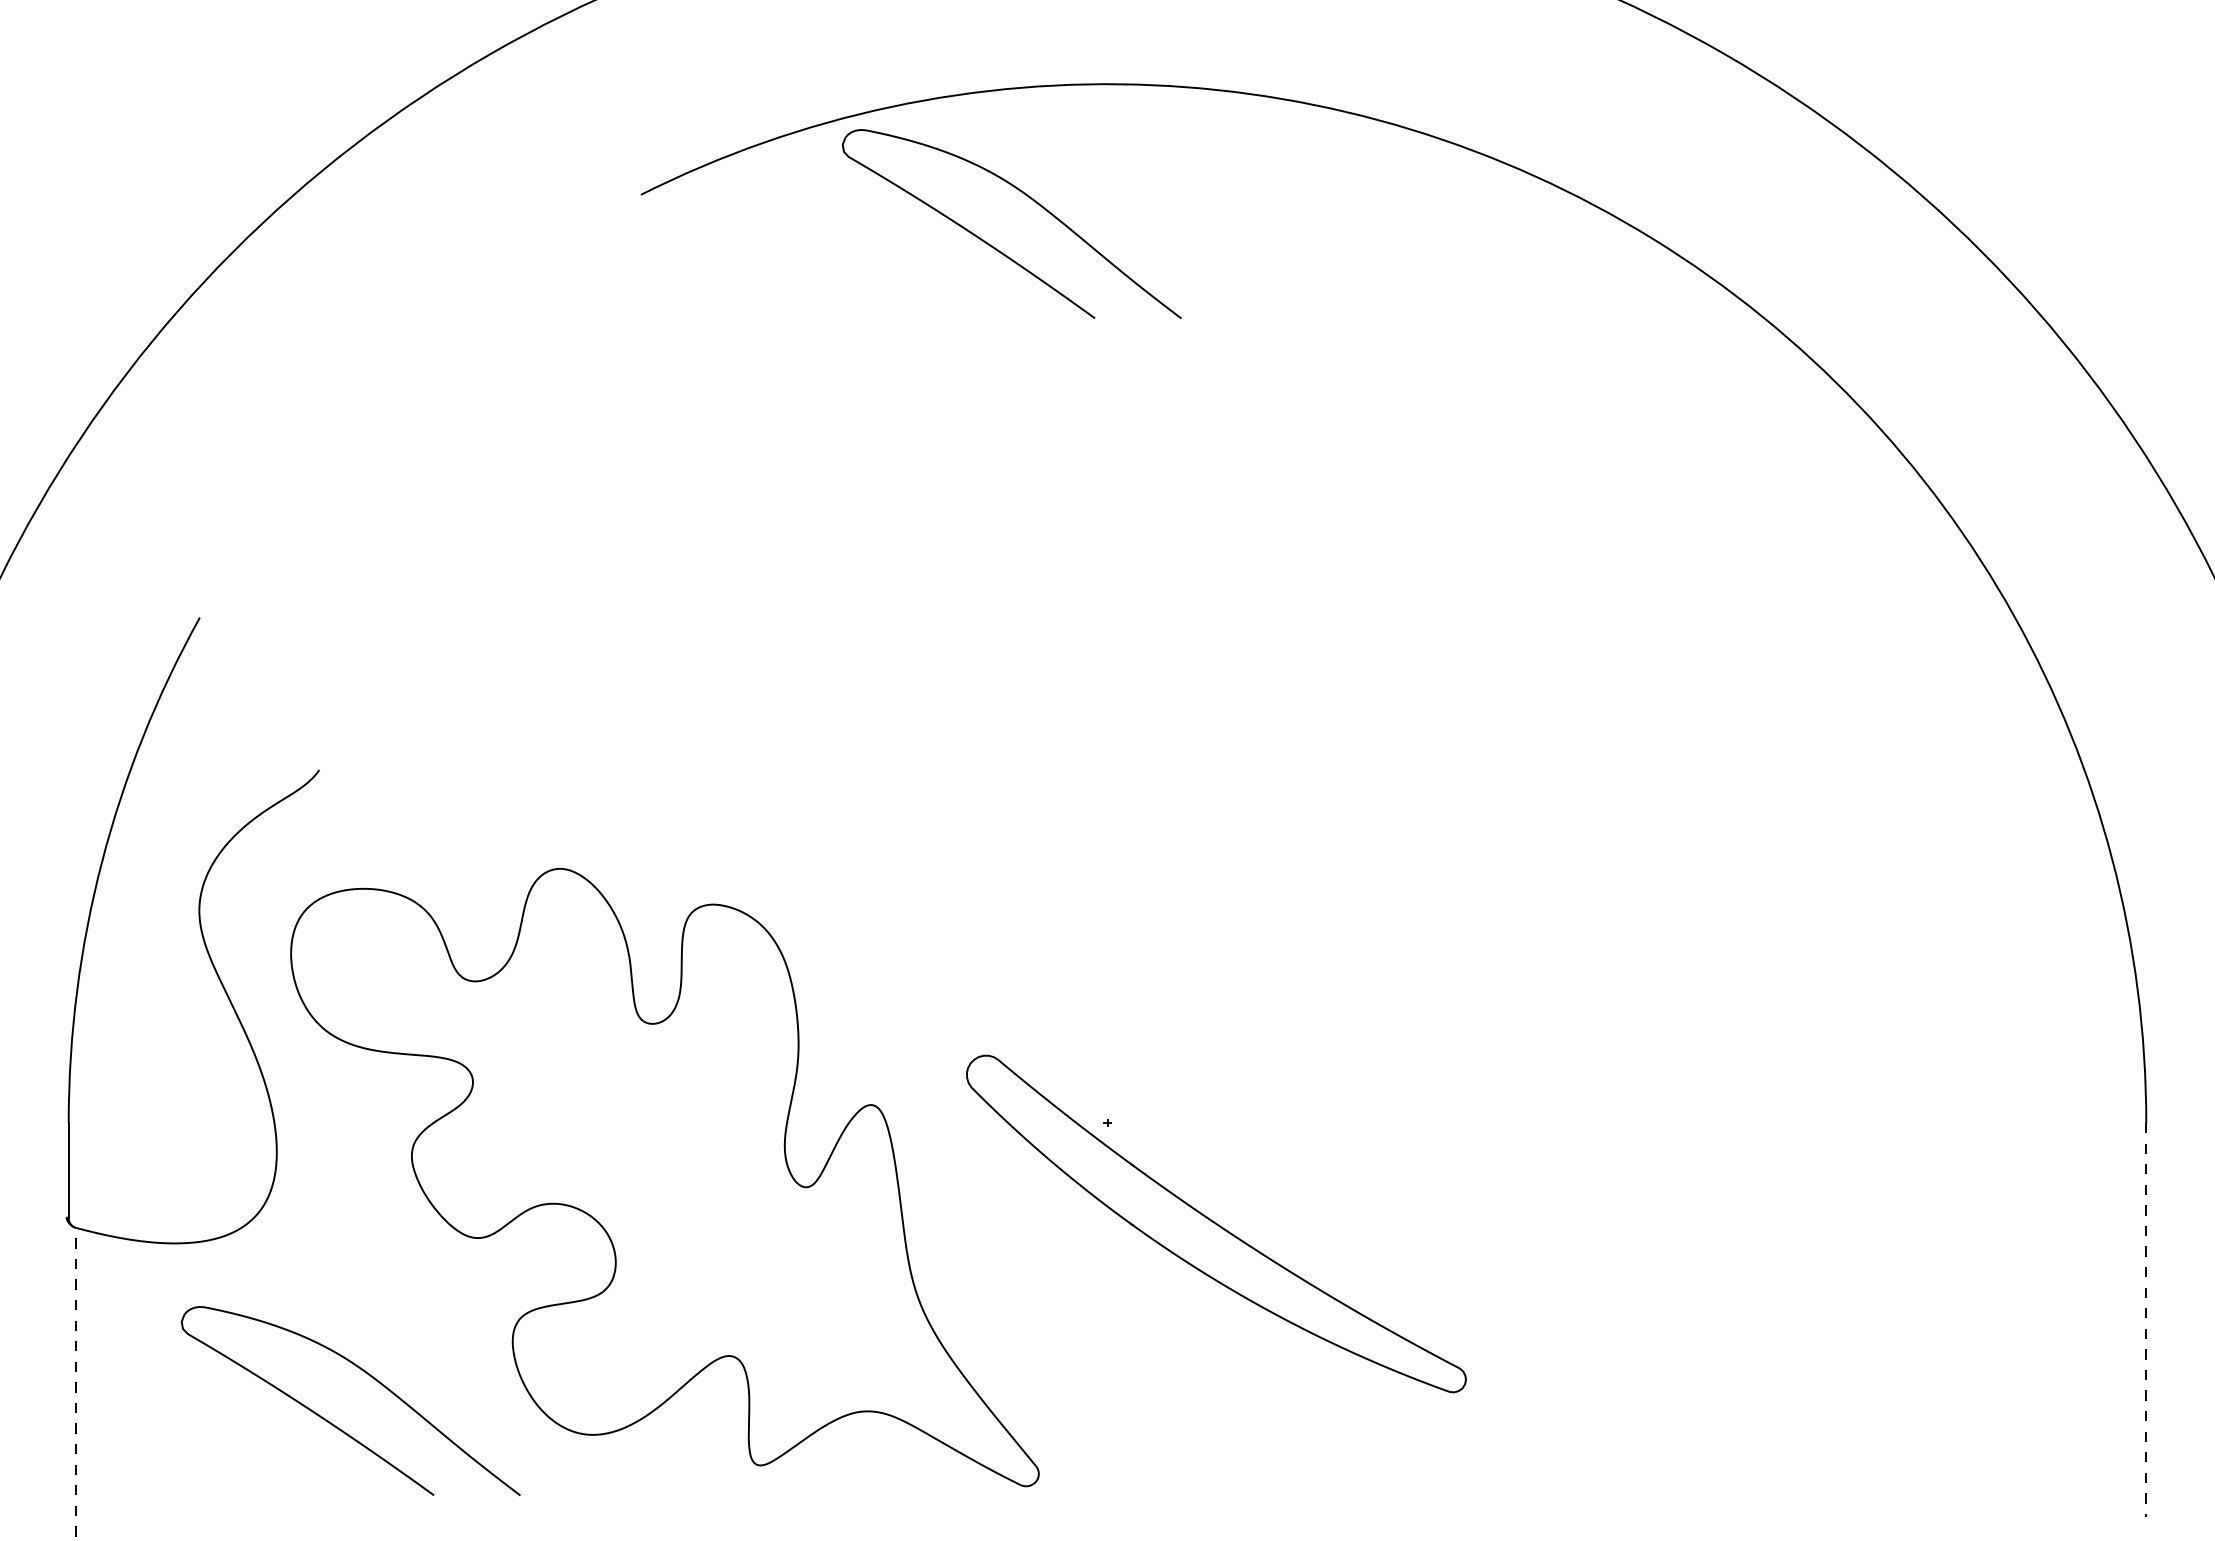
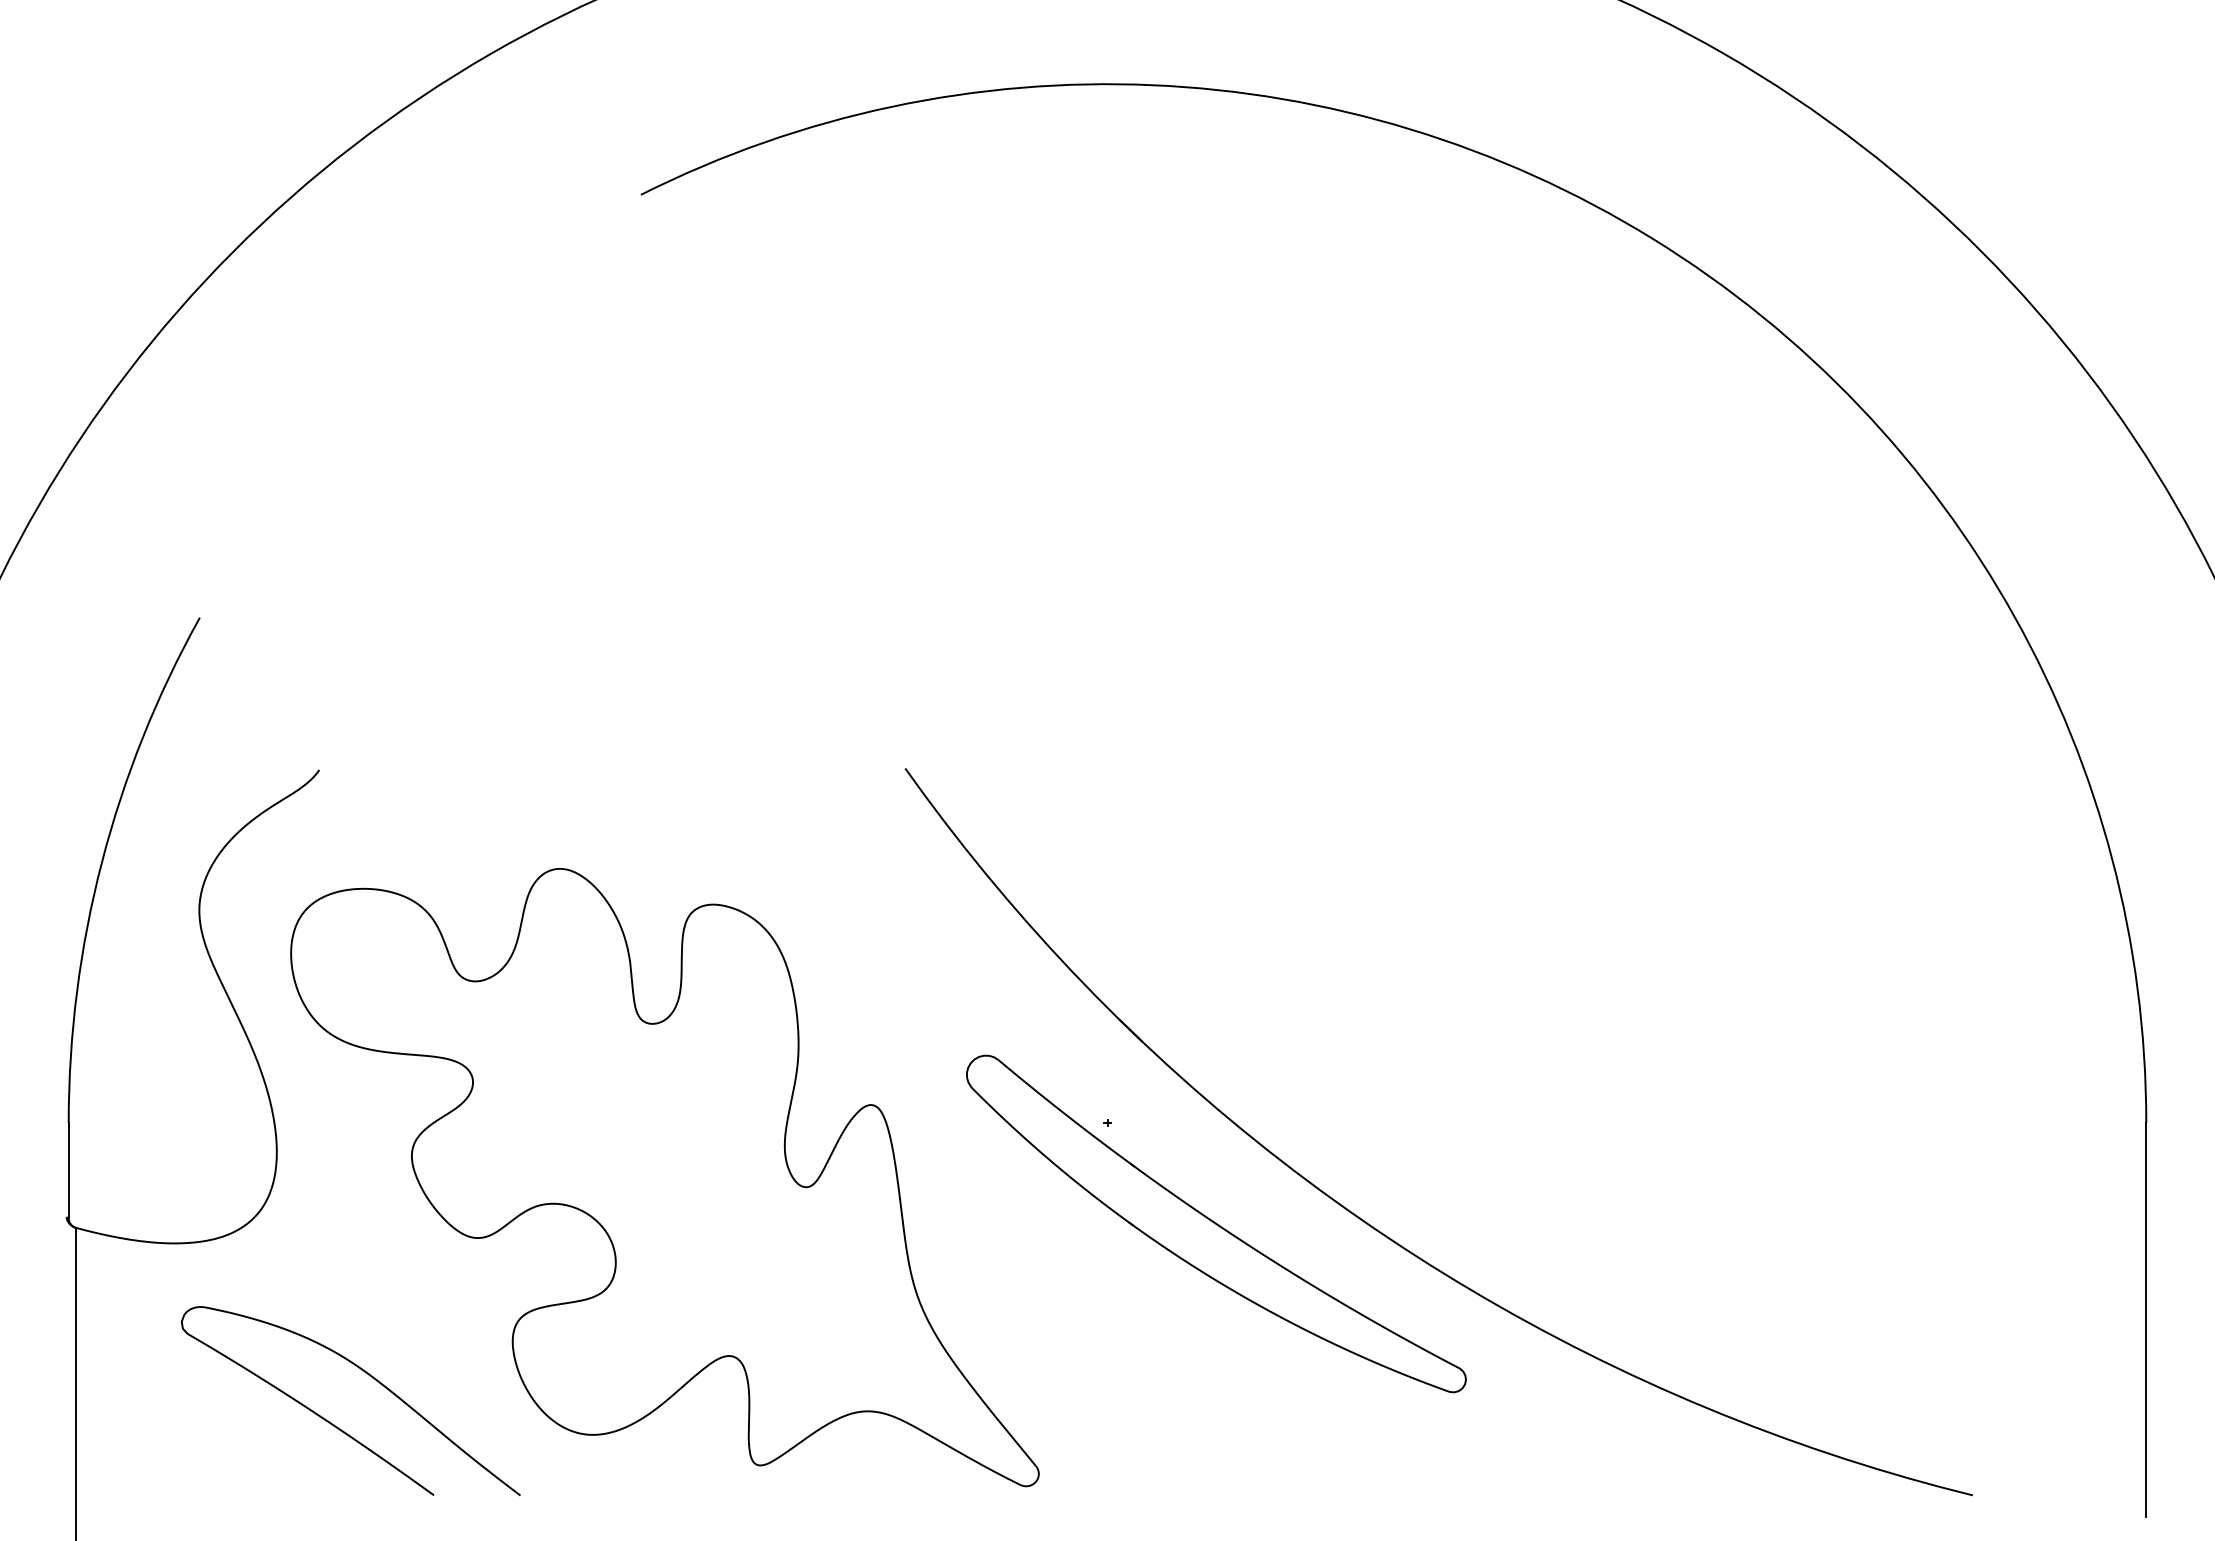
part at (995, 247): present -> none
part at (1376, 1228): none -> present
line at (2146, 1320): dashed -> solid
line at (76, 1383): dashed -> solid
